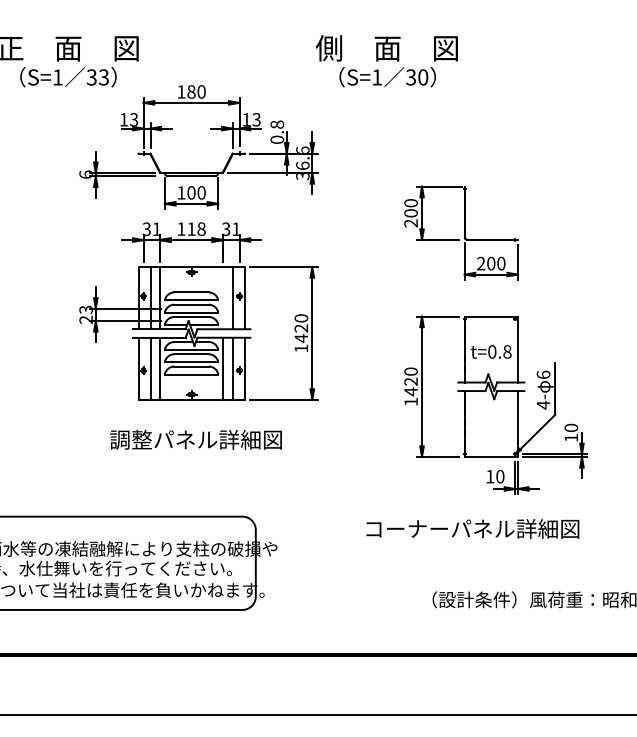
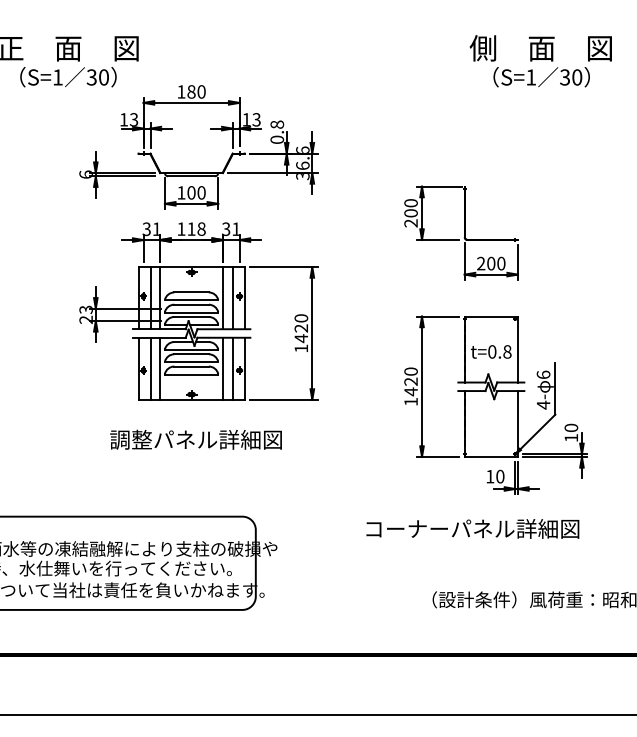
text at (386, 61) position: (386, 61) -> (540, 61)
text at (103, 77): 33 -> 30
line at (223, 298): none -> present
